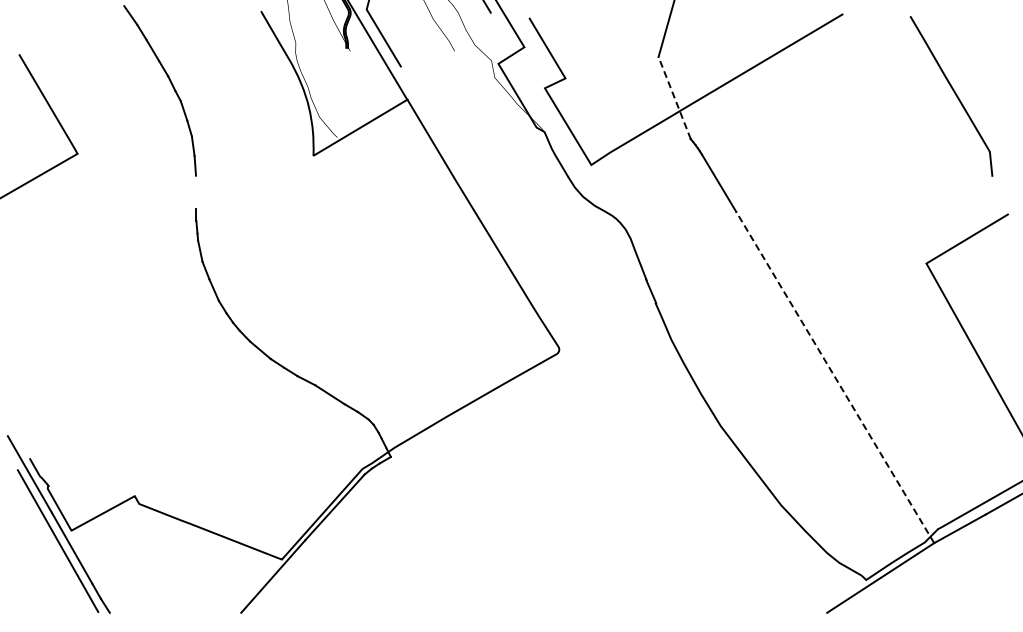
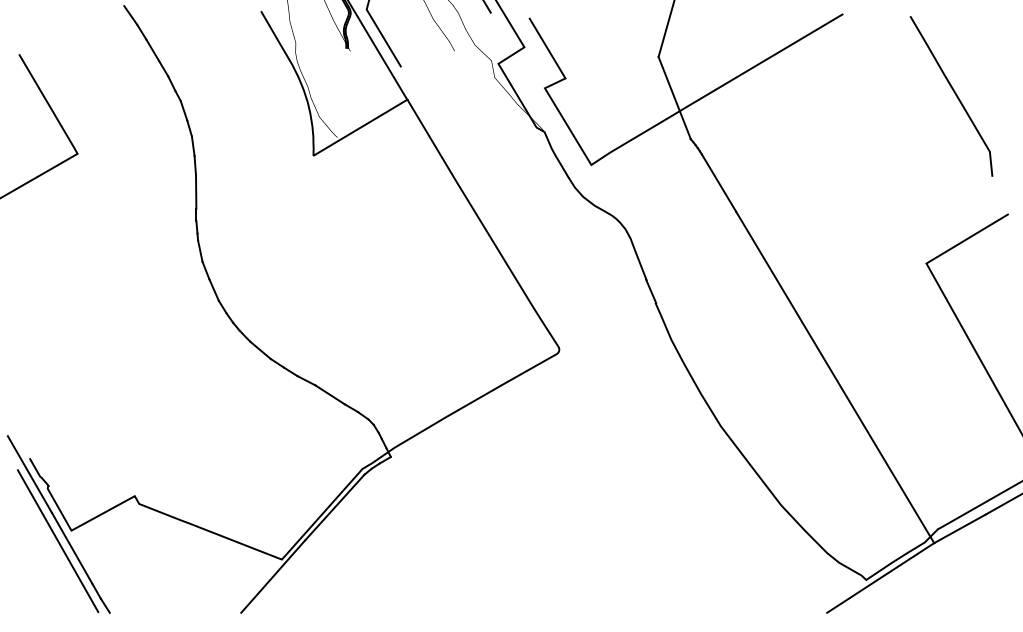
line at (674, 97): dashed -> solid
line at (196, 191): none -> present
line at (834, 377): dashed -> solid
